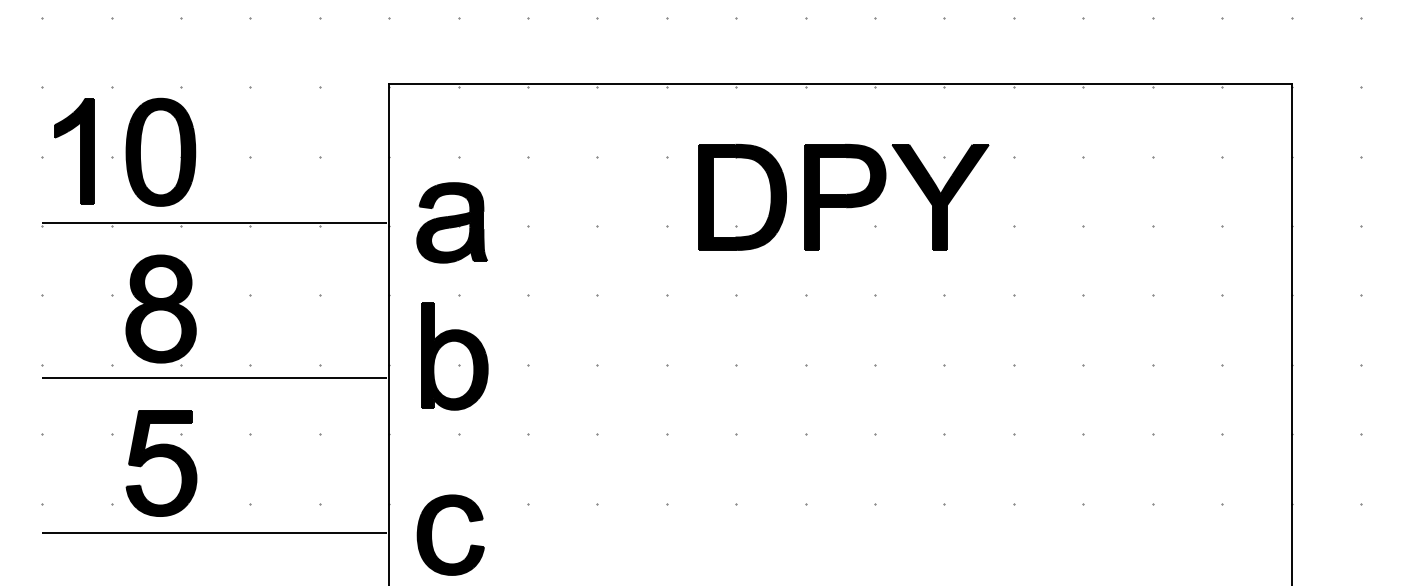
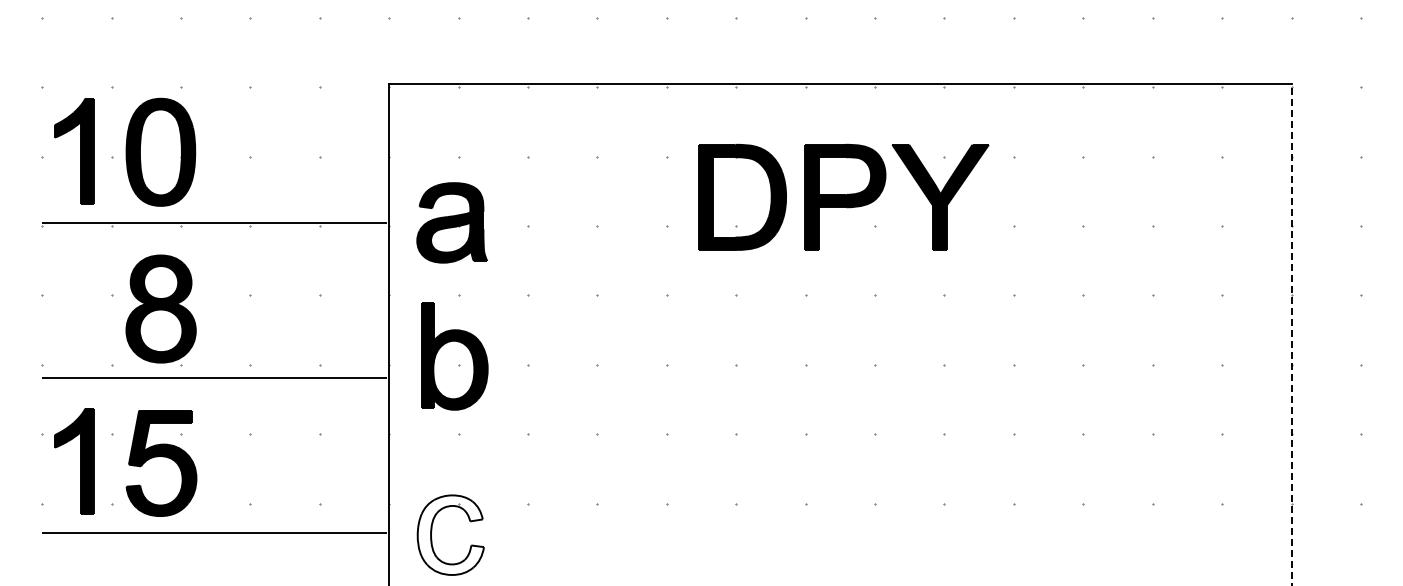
line at (1292, 335): solid -> dashed
part at (74, 461): none -> present
fill at (450, 534): present -> none
